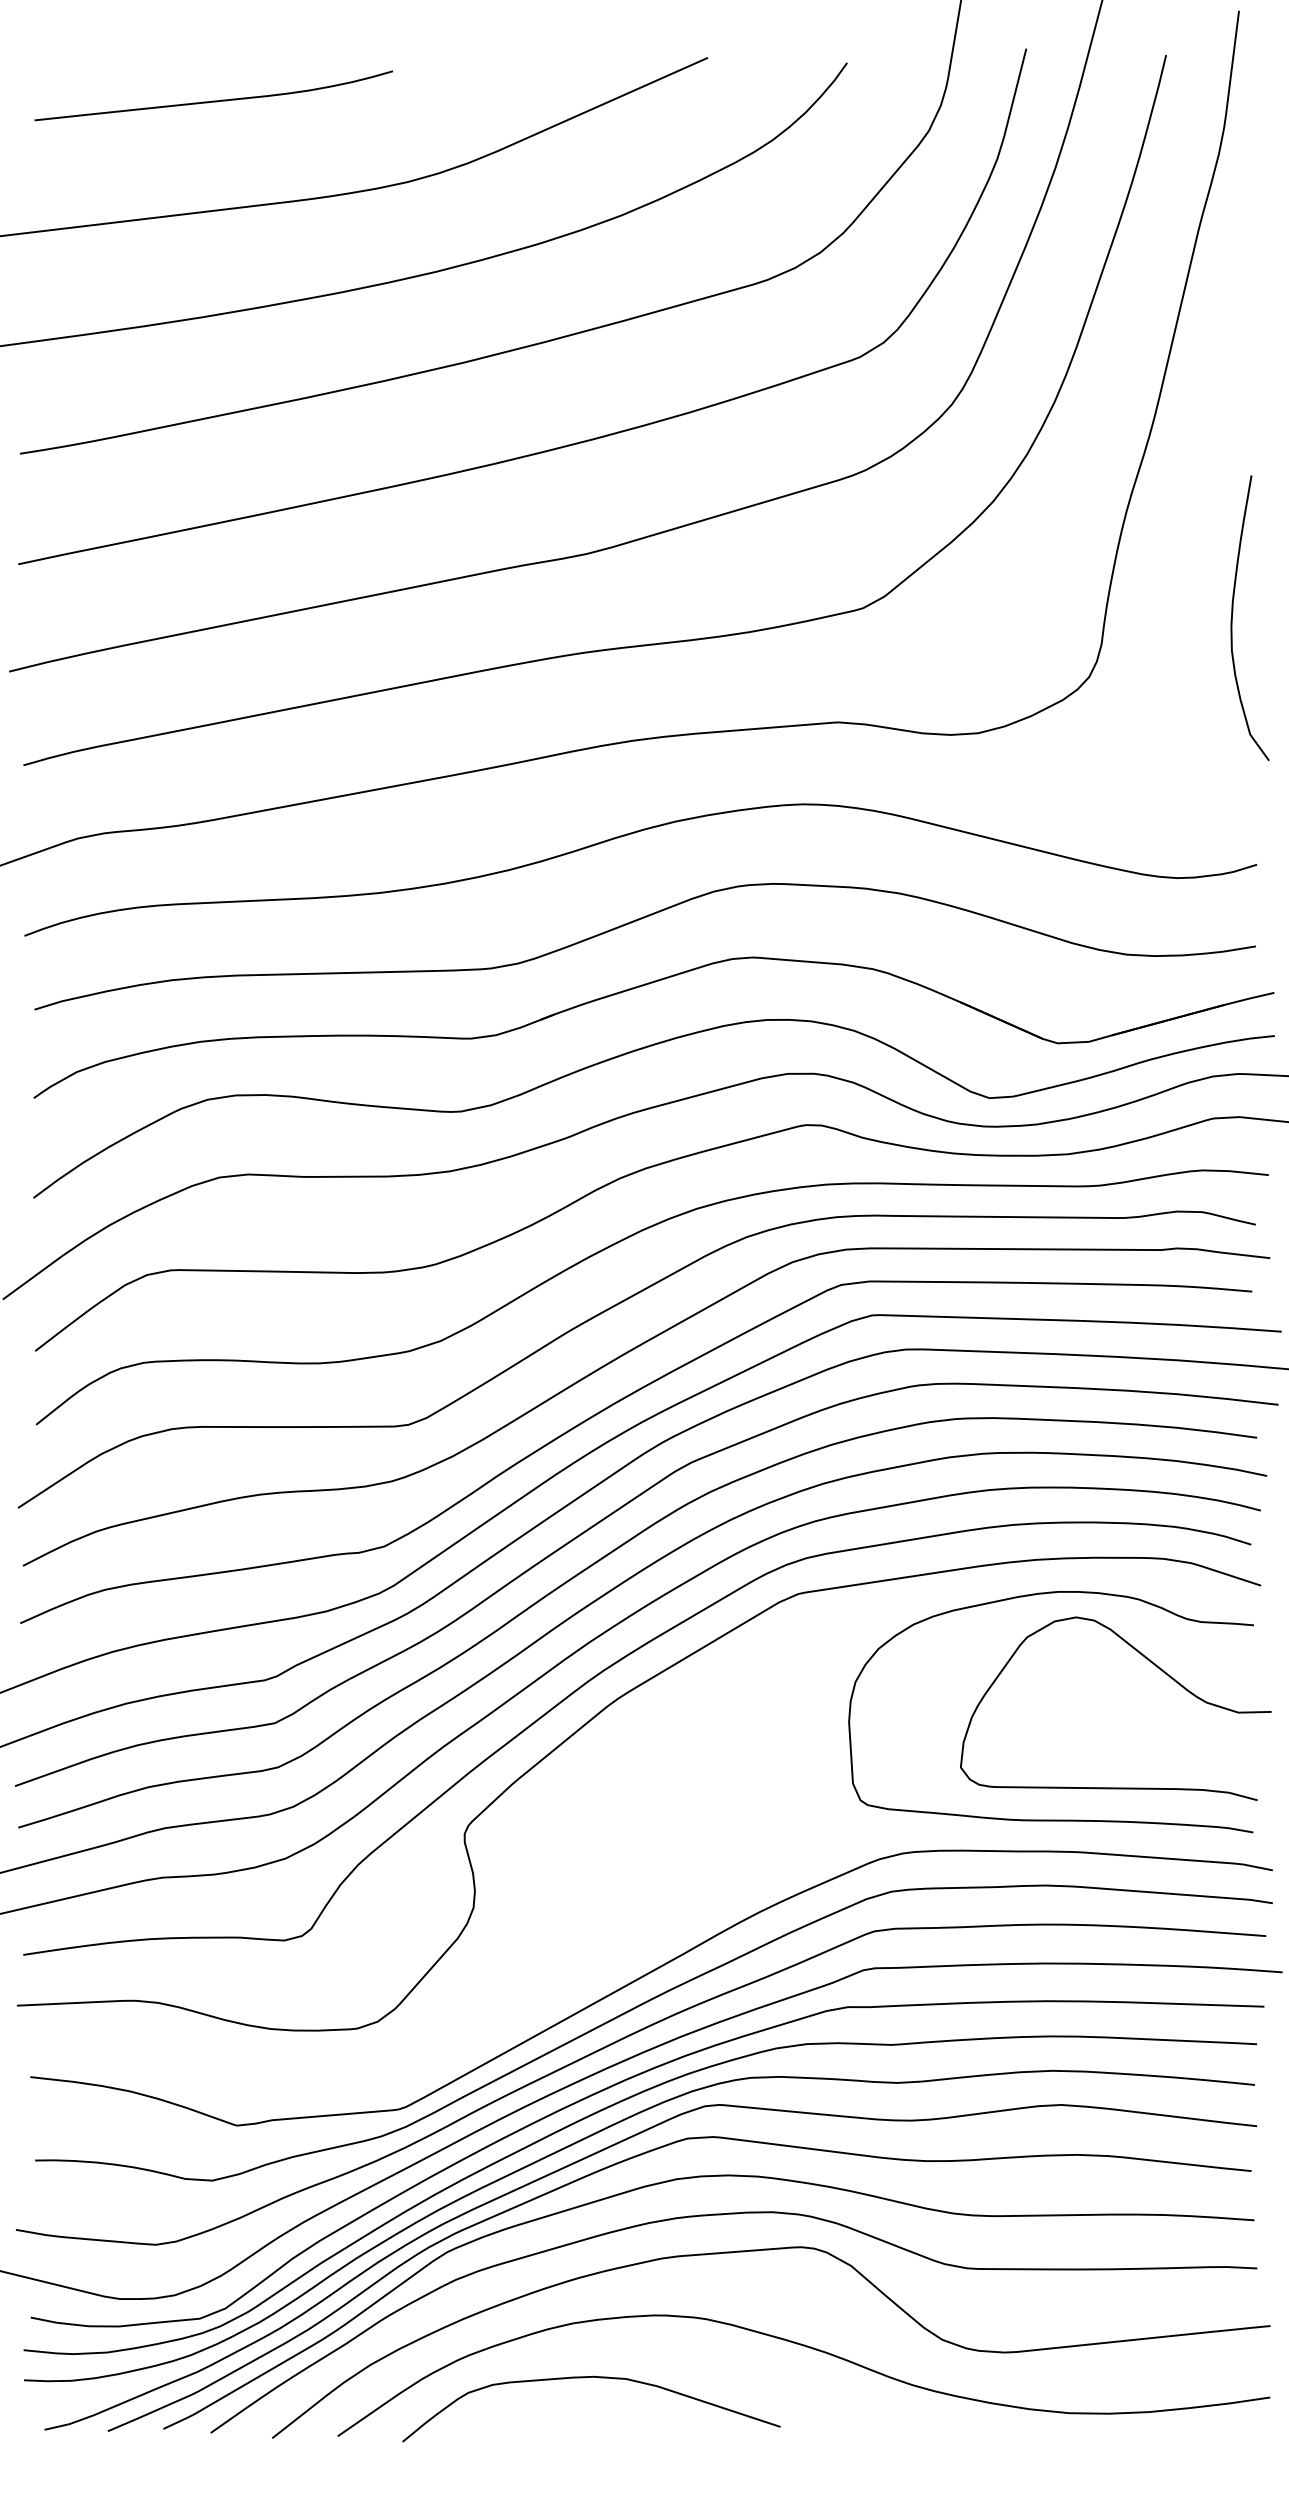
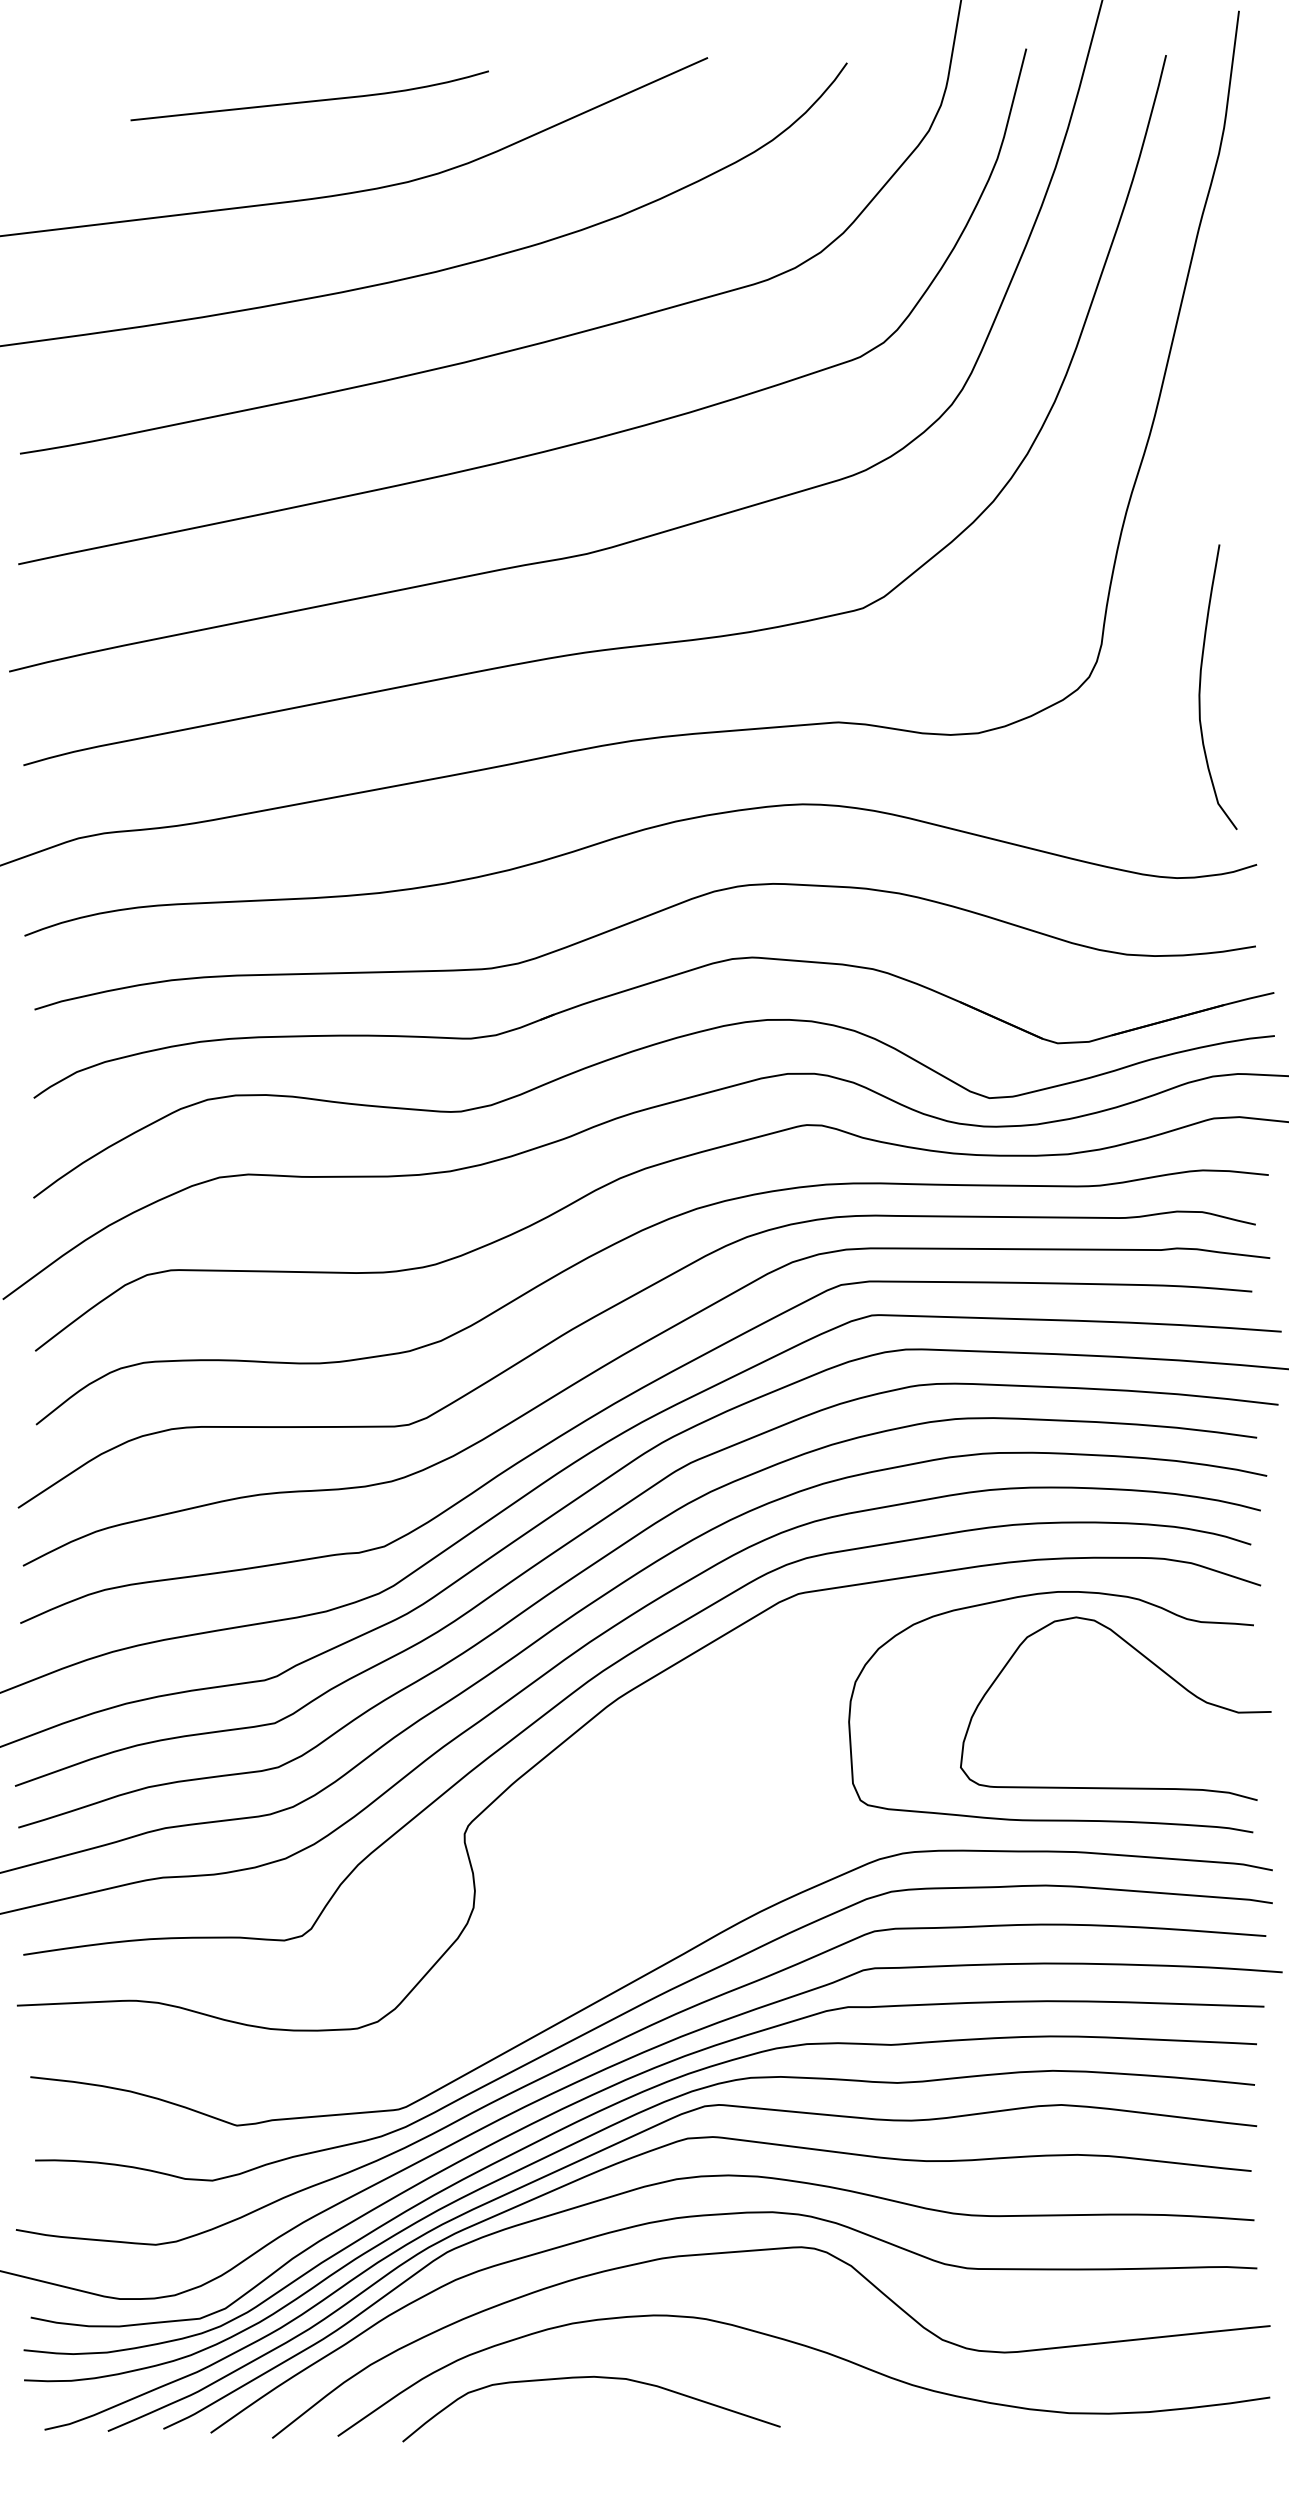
curve at (213, 100) position: (213, 100) -> (309, 100)
curve at (1232, 618) position: (1232, 618) -> (1200, 687)
